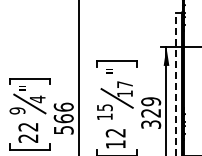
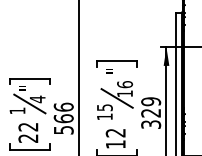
line at (176, 83): dashed -> solid
text at (125, 84): 17 -> 16
text at (17, 110): 9 -> 1
